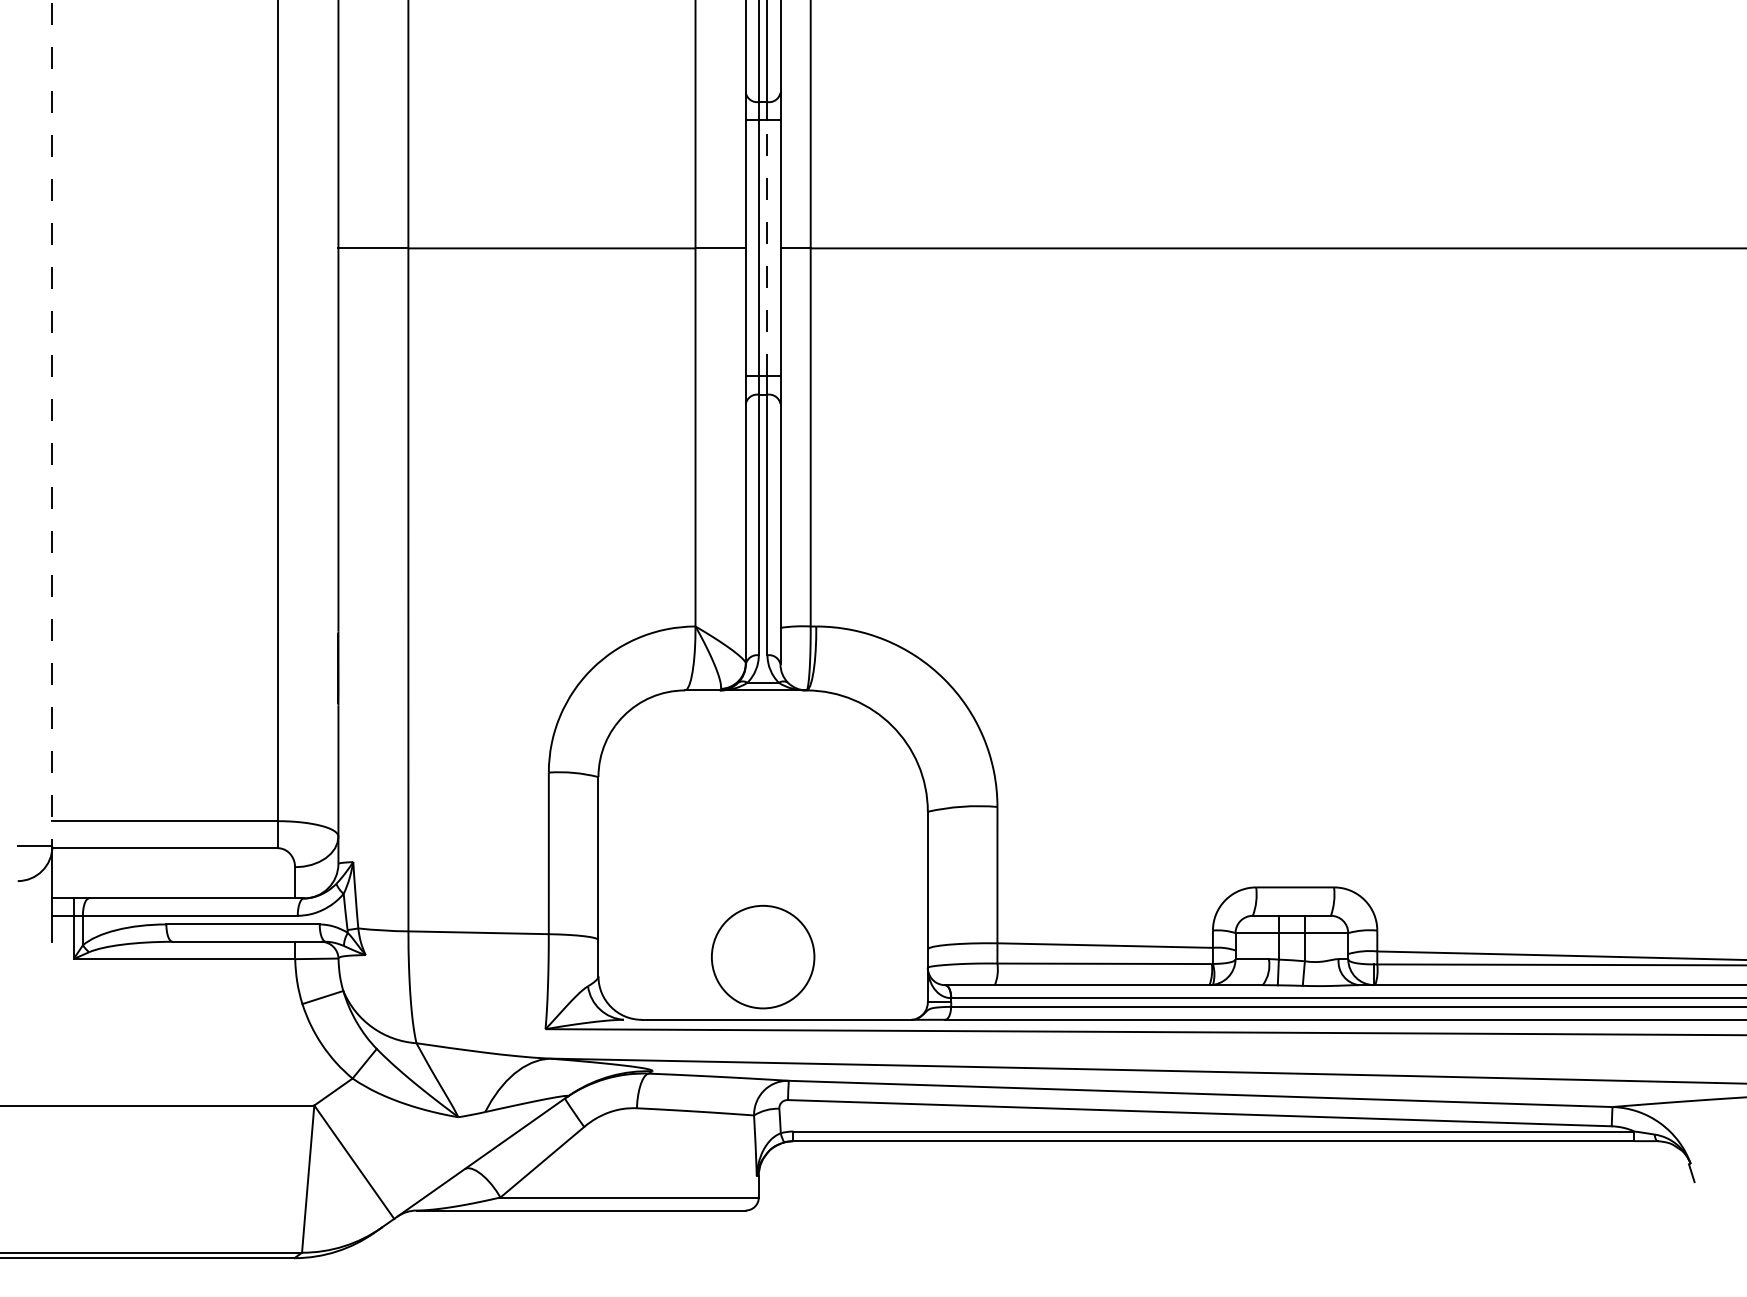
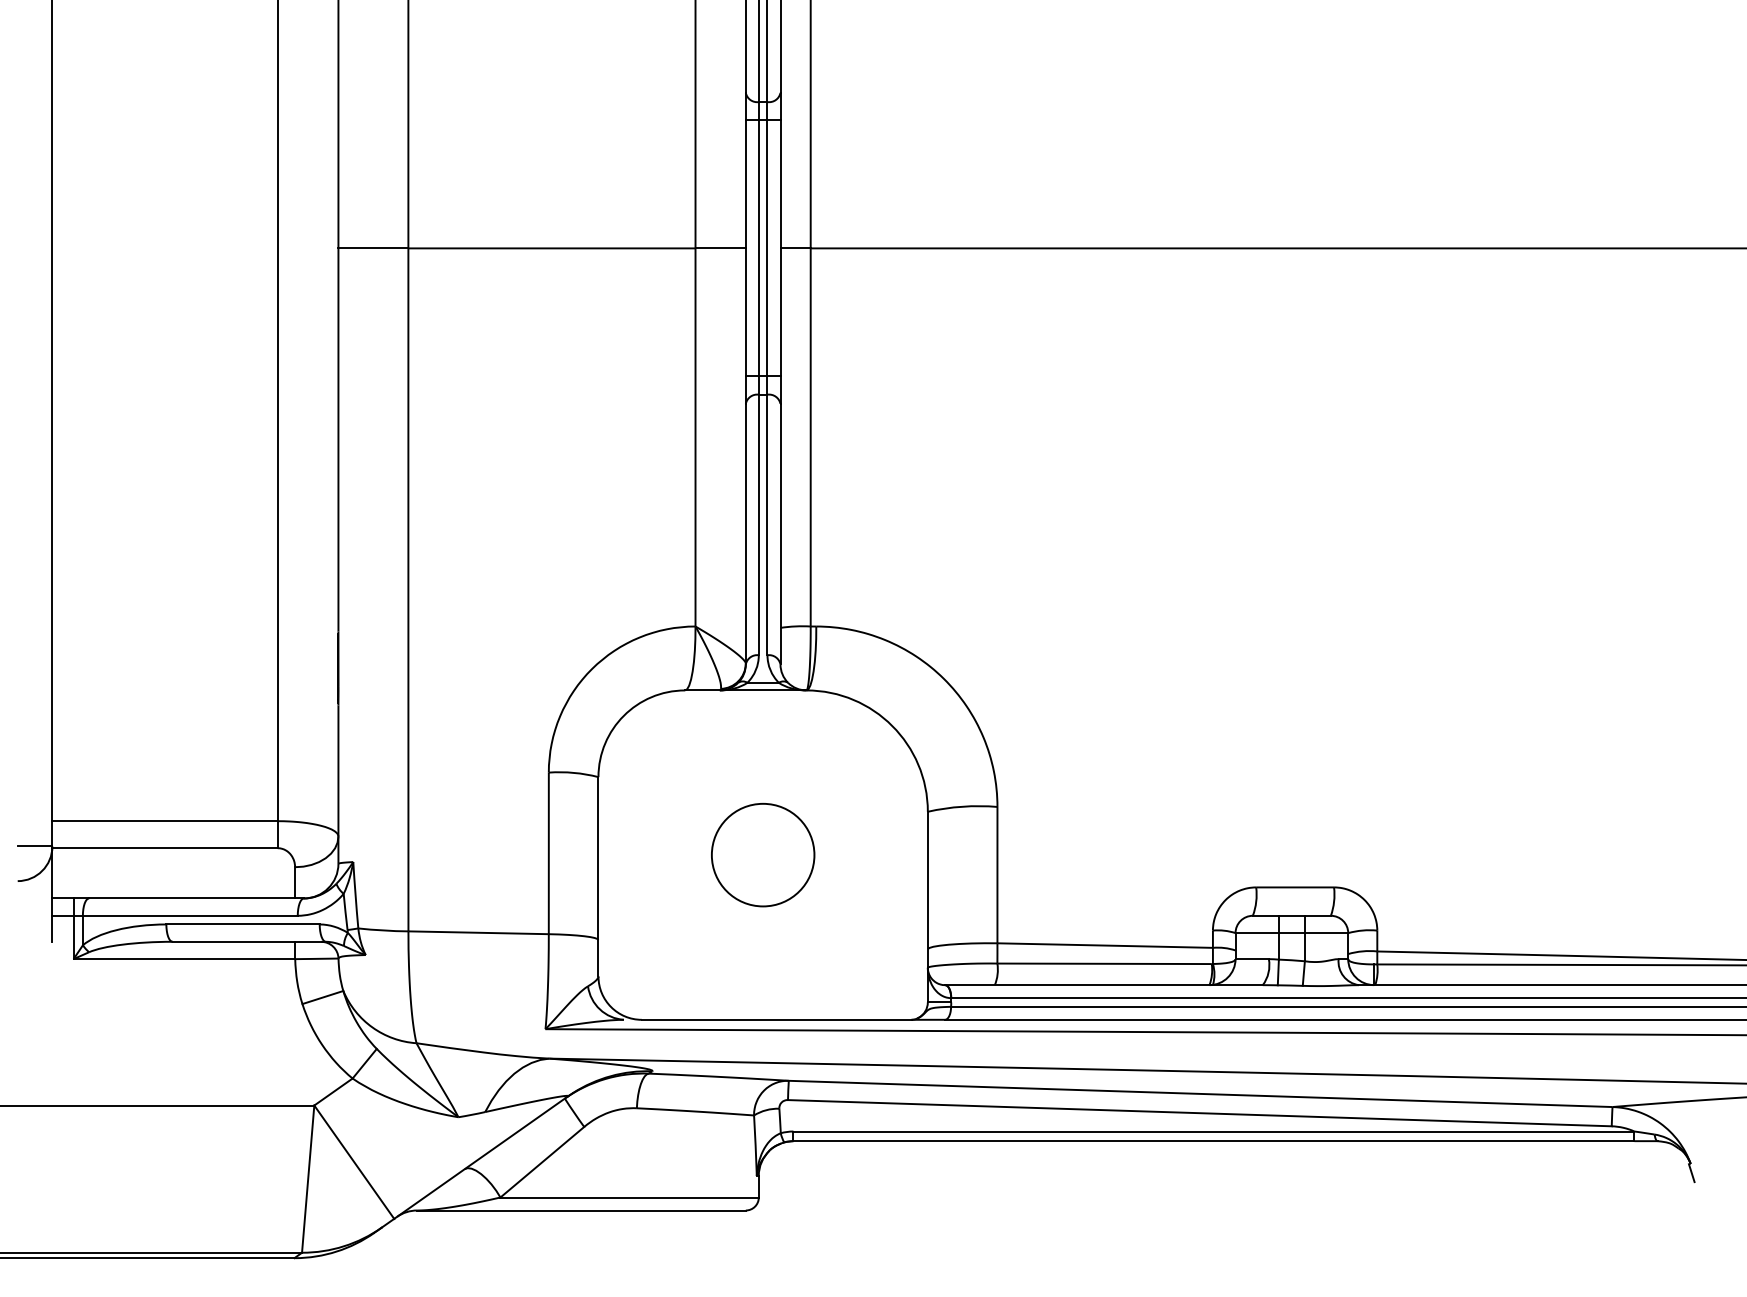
line at (767, 248): dashed -> solid
line at (52, 423): dashed -> solid
circle at (763, 956) position: (763, 956) -> (763, 854)
